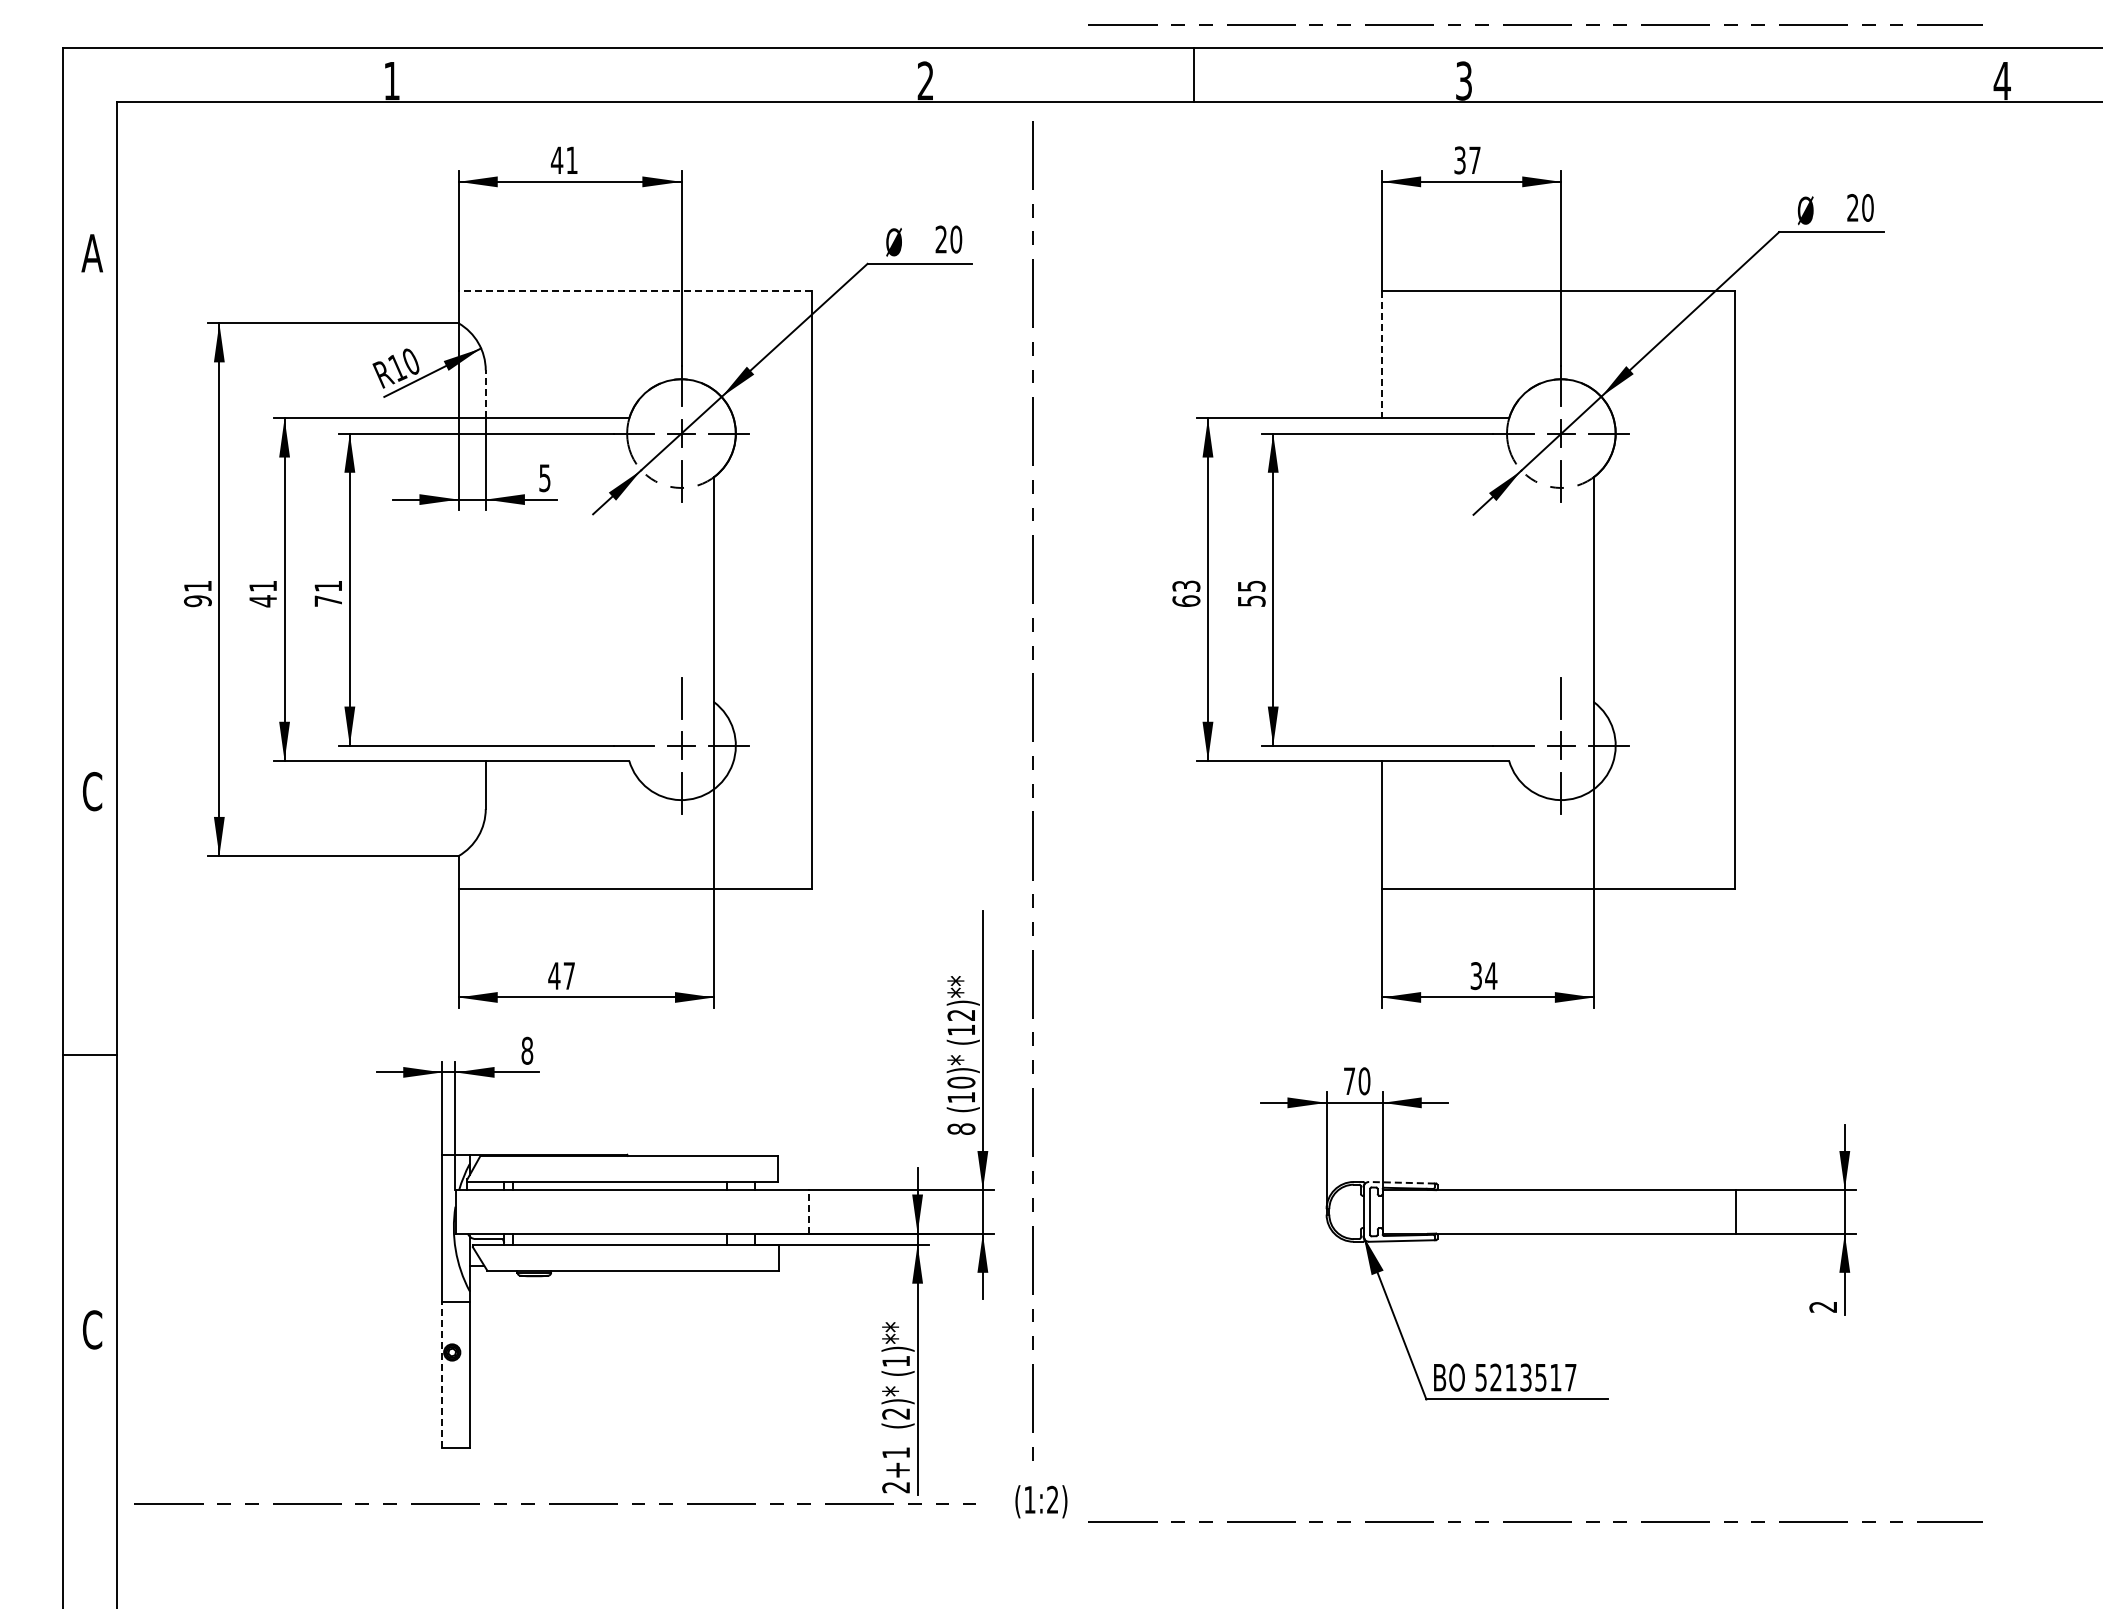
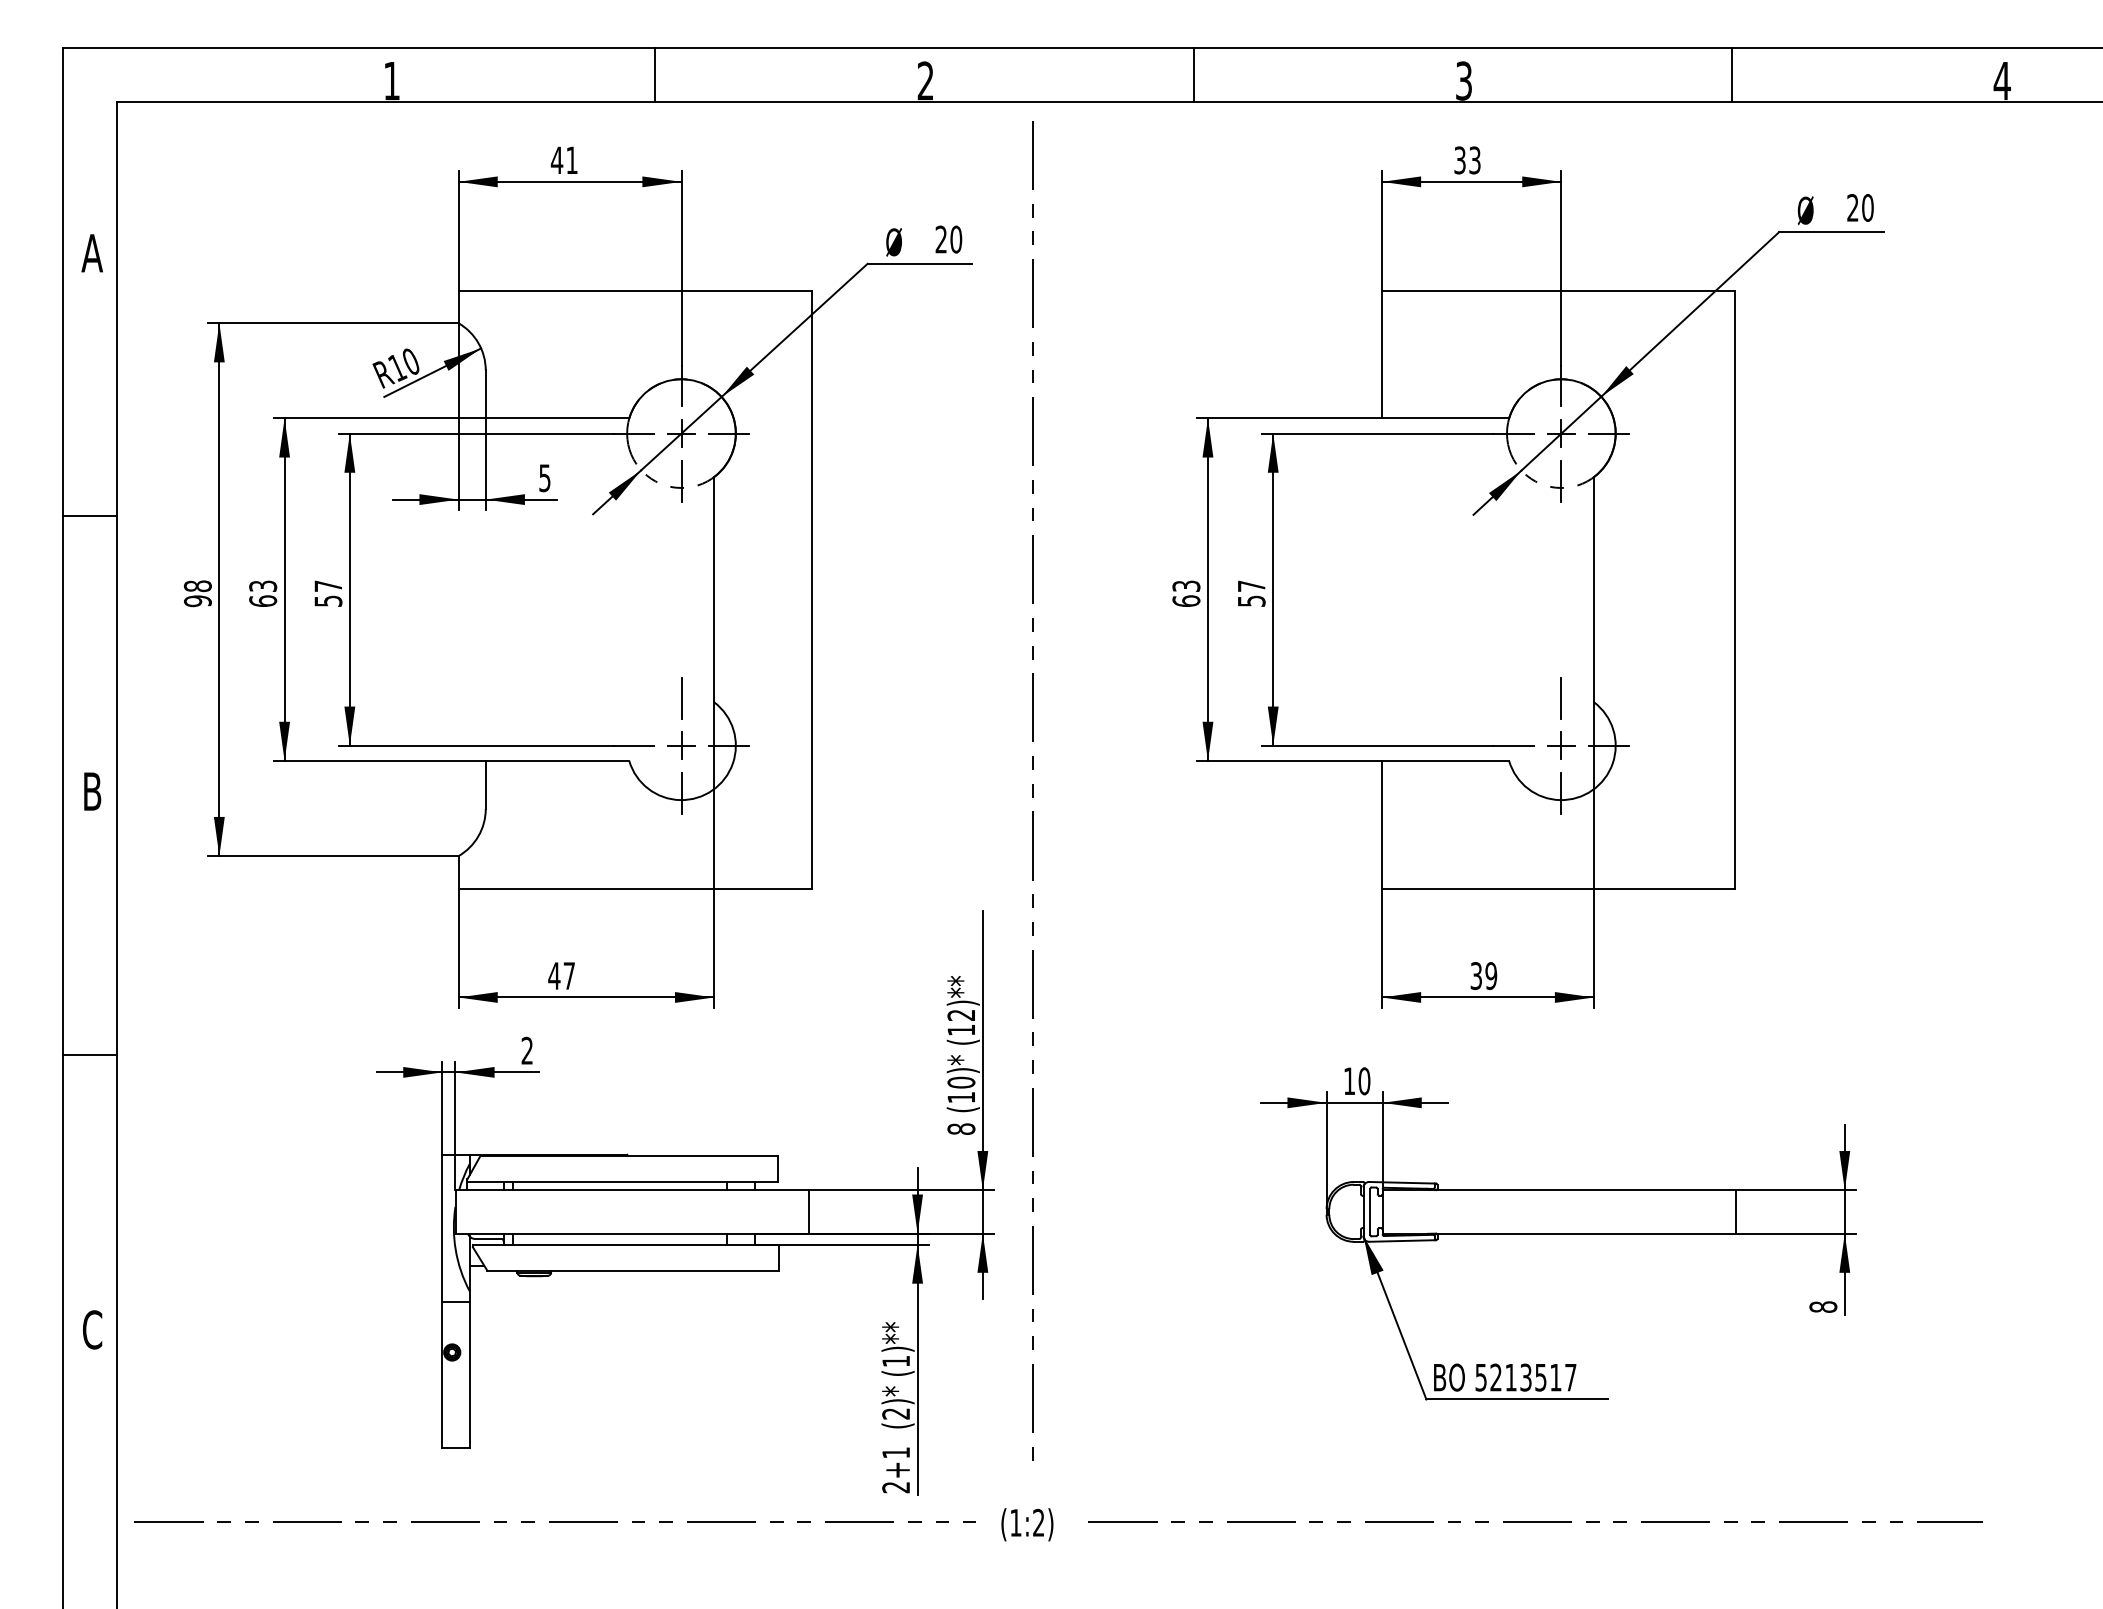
line at (1535, 24): present -> none
line at (655, 74): none -> present
line at (1731, 74): none -> present
text at (1474, 160): 37 -> 33
line at (635, 290): dashed -> solid
line at (1381, 354): dashed -> solid
line at (485, 393): dashed -> solid
line at (89, 516): none -> present
text at (1251, 585): 55 -> 57
text at (197, 586): 91 -> 98
text at (263, 593): 41 -> 63
text at (328, 593): 71 -> 57
text at (92, 791): C -> B
text at (1491, 976): 34 -> 39
text at (527, 1050): 8 -> 2
text at (1349, 1080): 70 -> 10
line at (1401, 1182): dashed -> solid
line at (808, 1211): dashed -> solid
text at (1823, 1306): 2 -> 8
line at (442, 1374): dashed -> solid
text at (1041, 1501) position: (1041, 1501) -> (1027, 1524)
line at (554, 1503) position: (554, 1503) -> (554, 1521)
